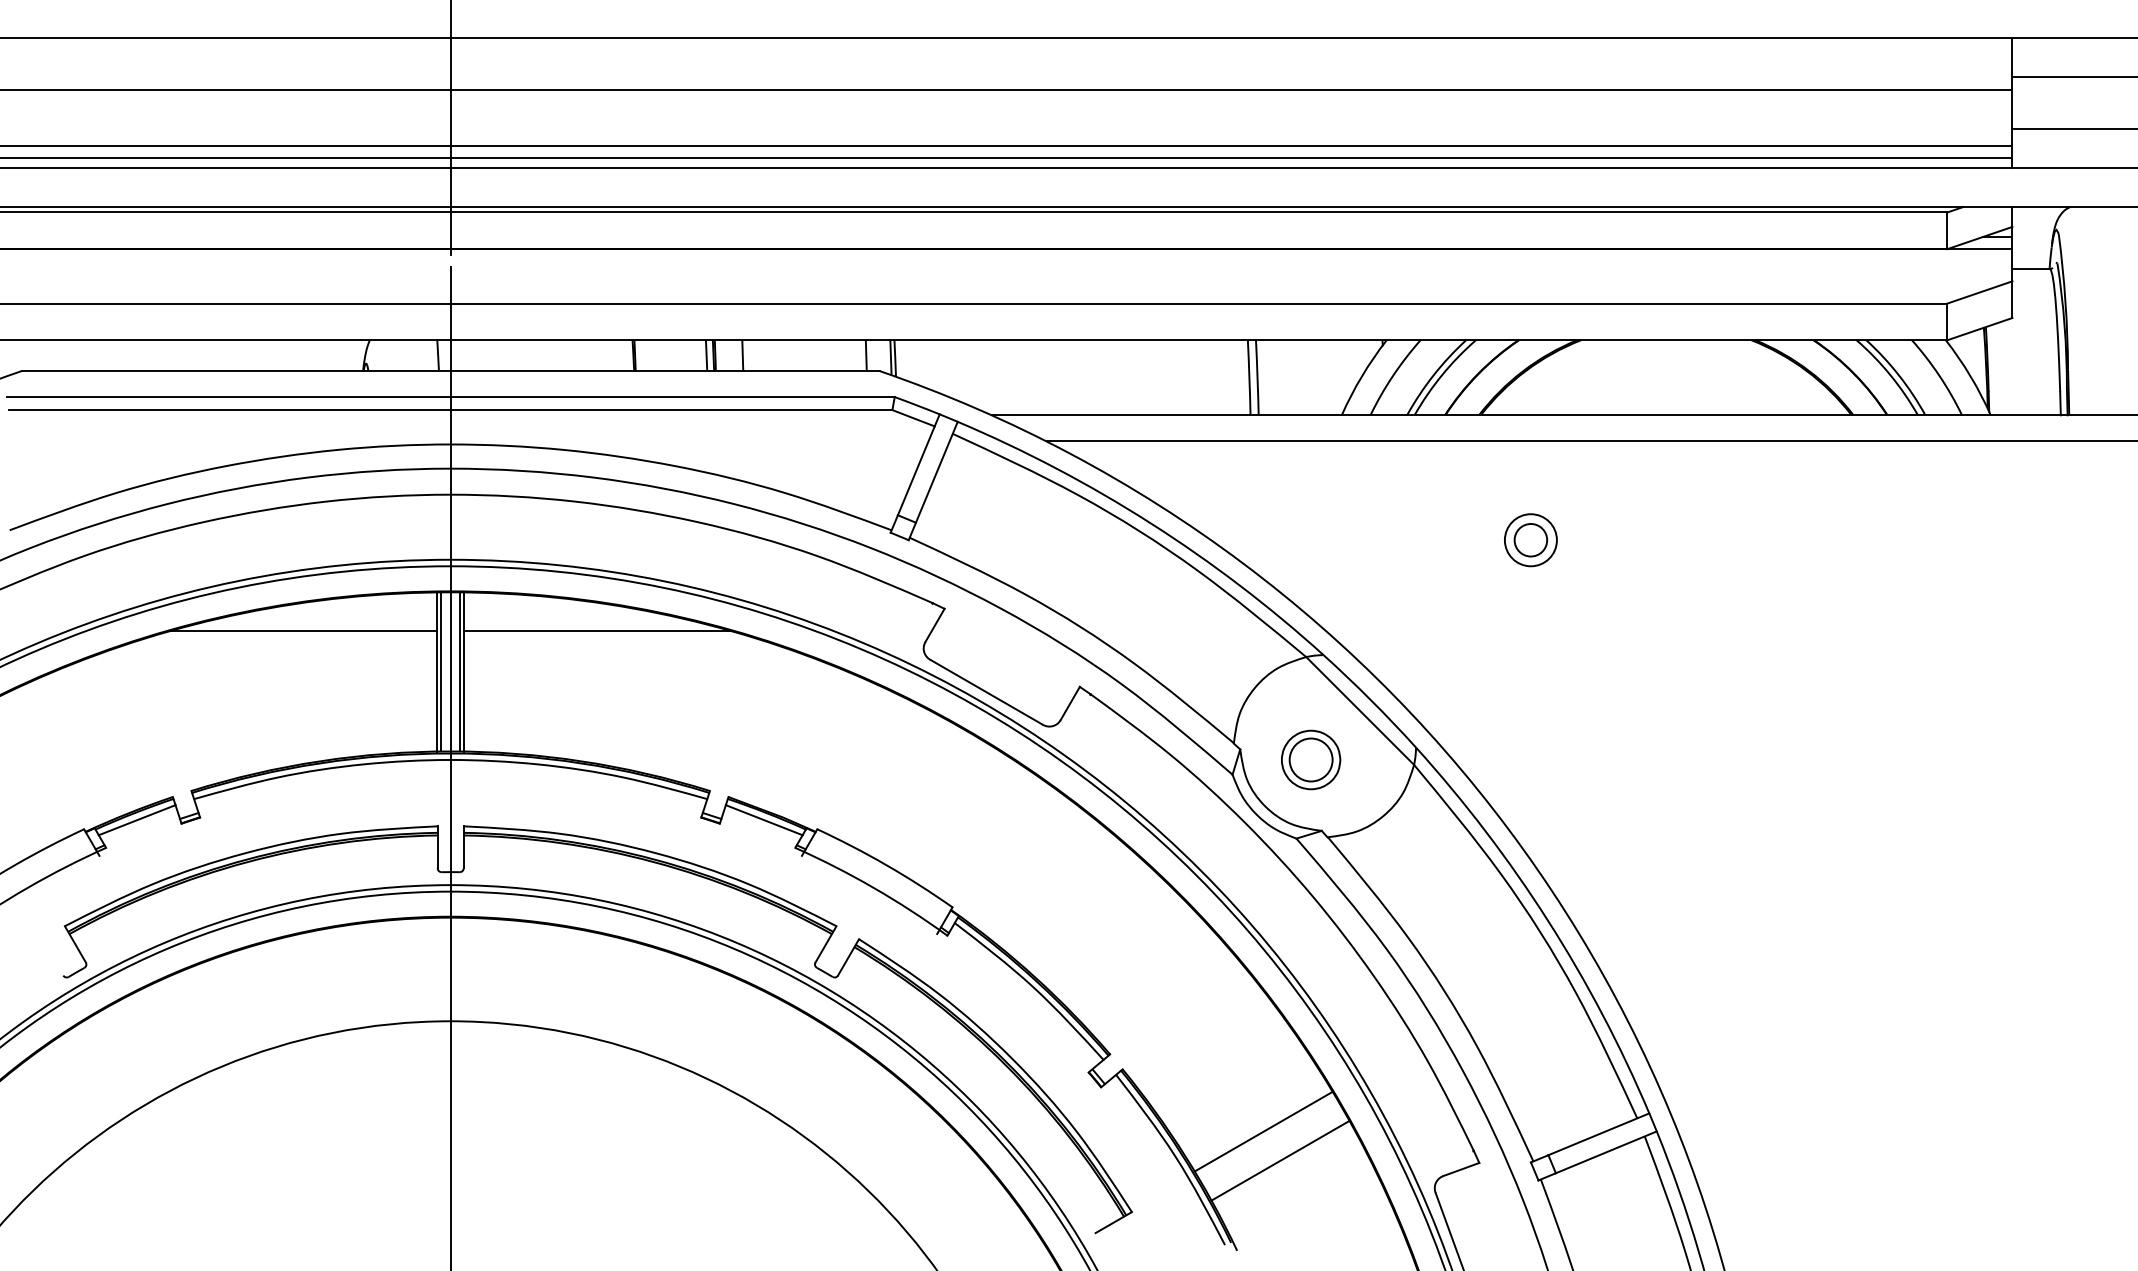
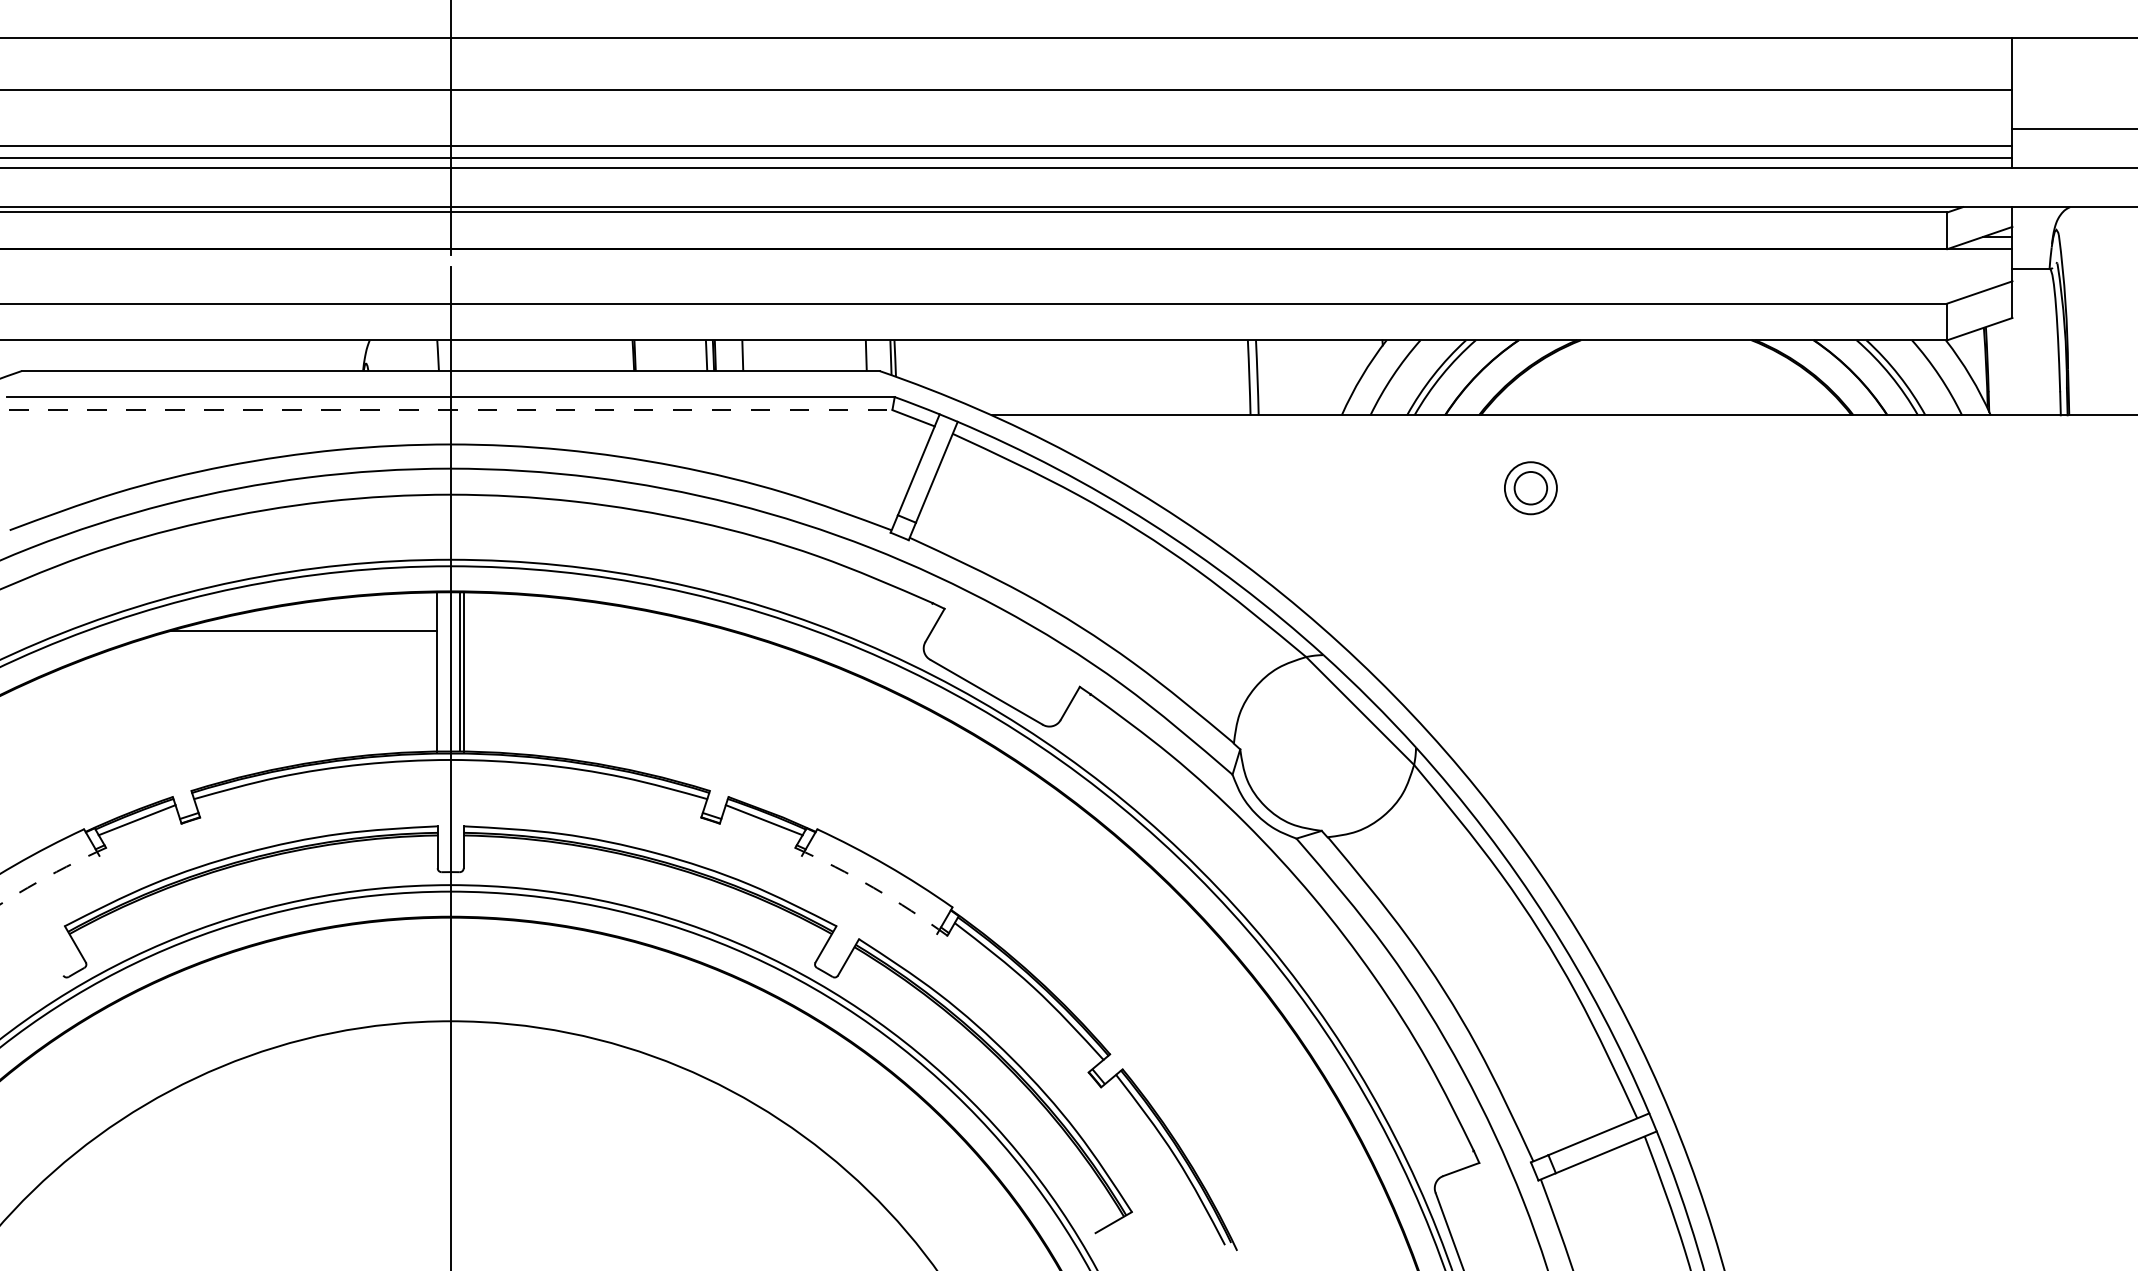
line at (2073, 76): present -> none
line at (450, 410): solid -> dashed
line at (1590, 441): present -> none
part at (1530, 540) position: (1530, 540) -> (1530, 488)
line at (597, 631): present -> none
line at (440, 671): present -> none
part at (1311, 759): present -> none
arc at (52, 874): solid -> dashed
arc at (873, 887): solid -> dashed
line at (1263, 1131): present -> none
line at (1280, 1160): present -> none
